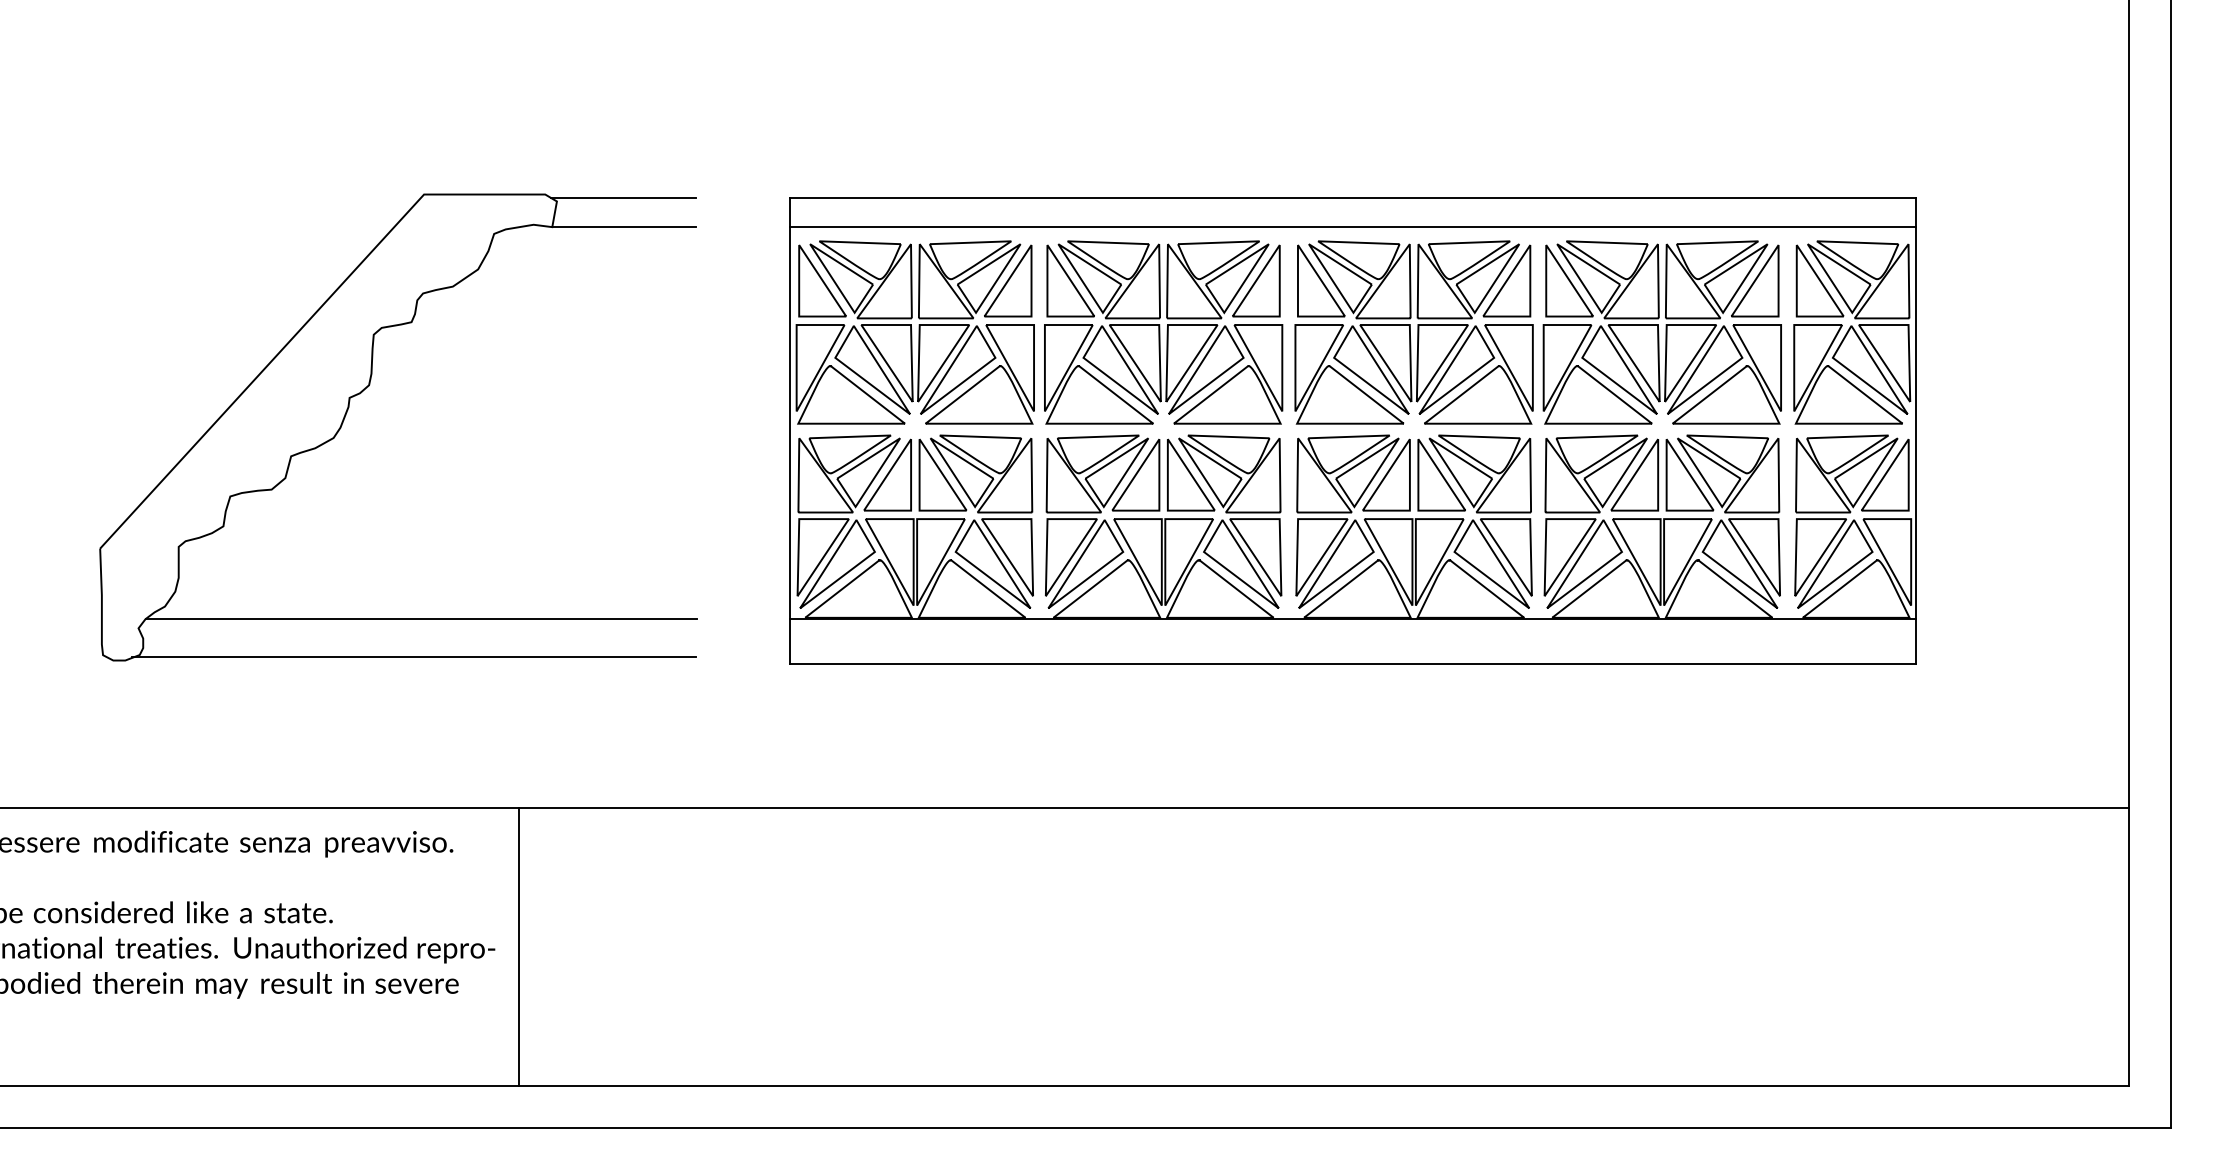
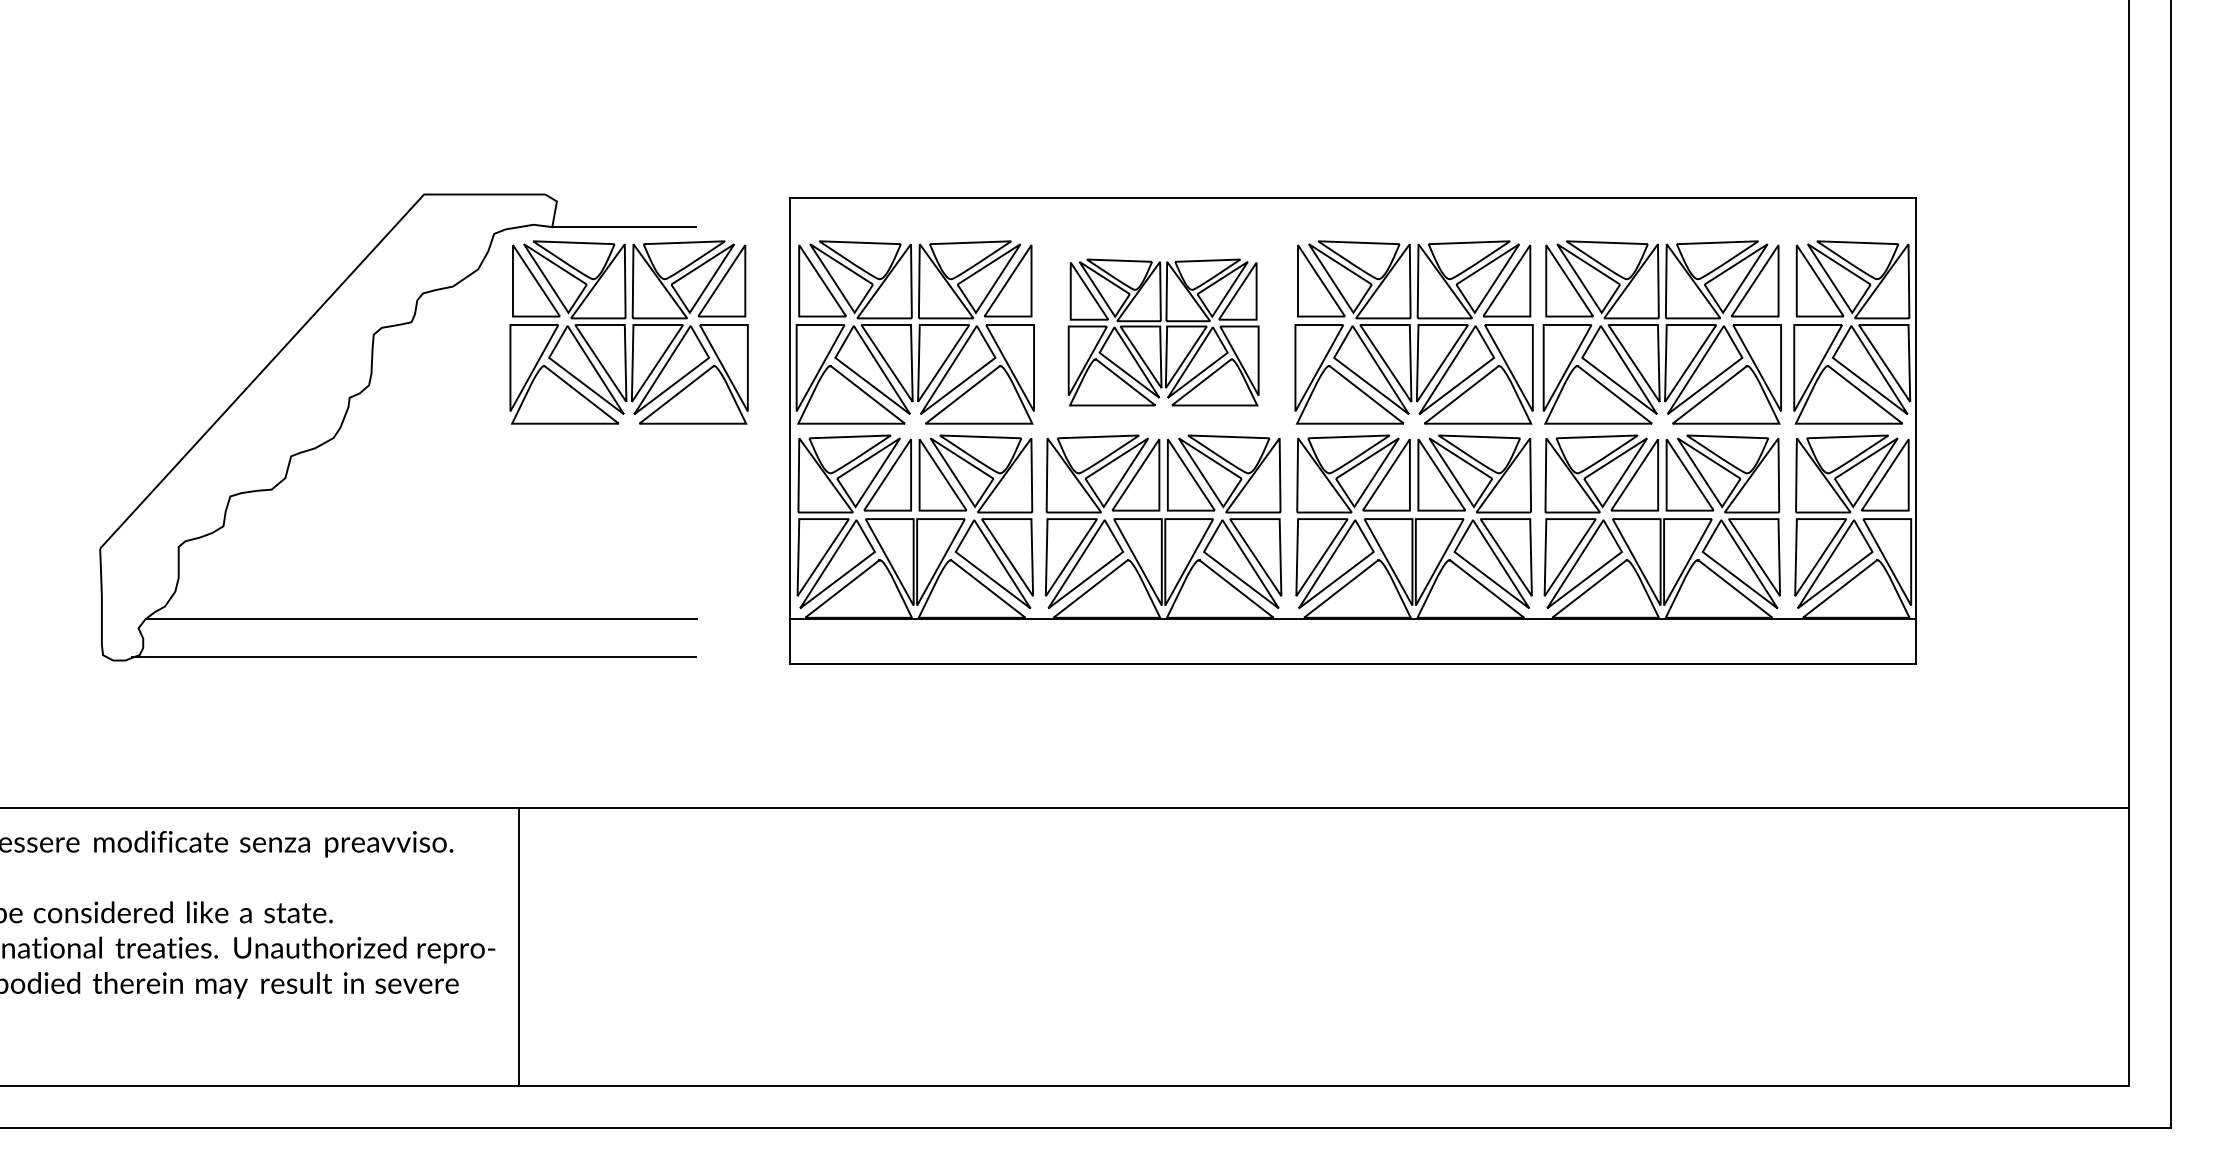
line at (623, 198): present -> none
line at (1352, 227): present -> none
part at (628, 332): none -> present
part at (1163, 332) size: 240x185 px -> 193x149 px
